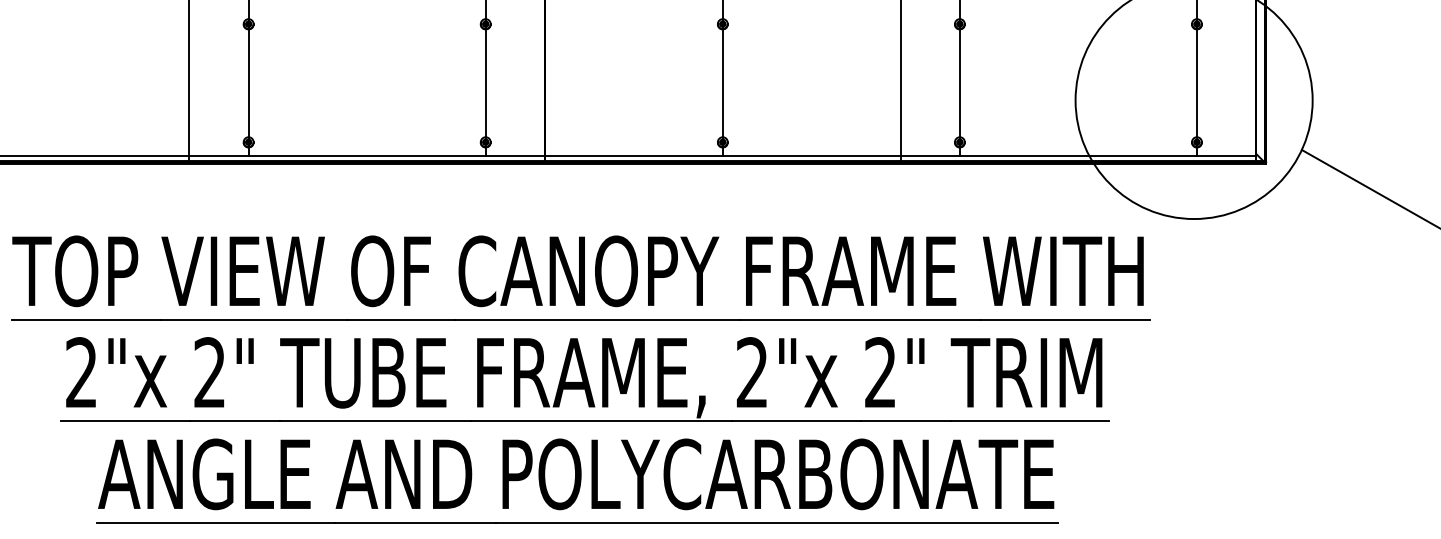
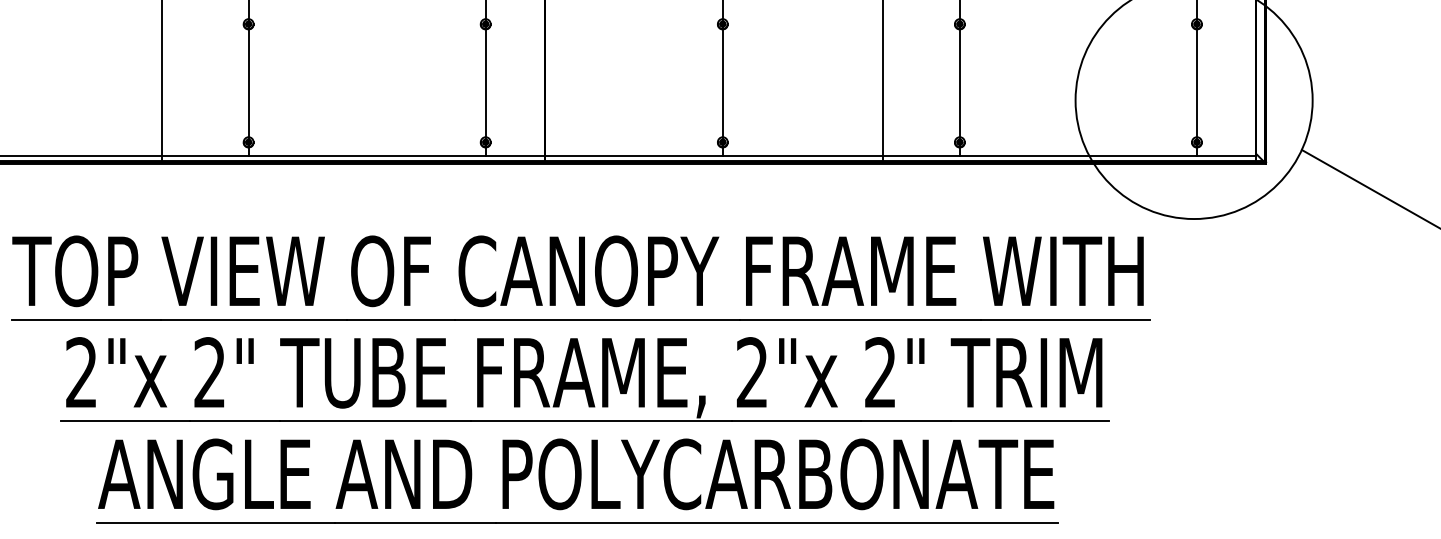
line at (189, 82) position: (189, 82) -> (162, 82)
line at (900, 82) position: (900, 82) -> (882, 82)
